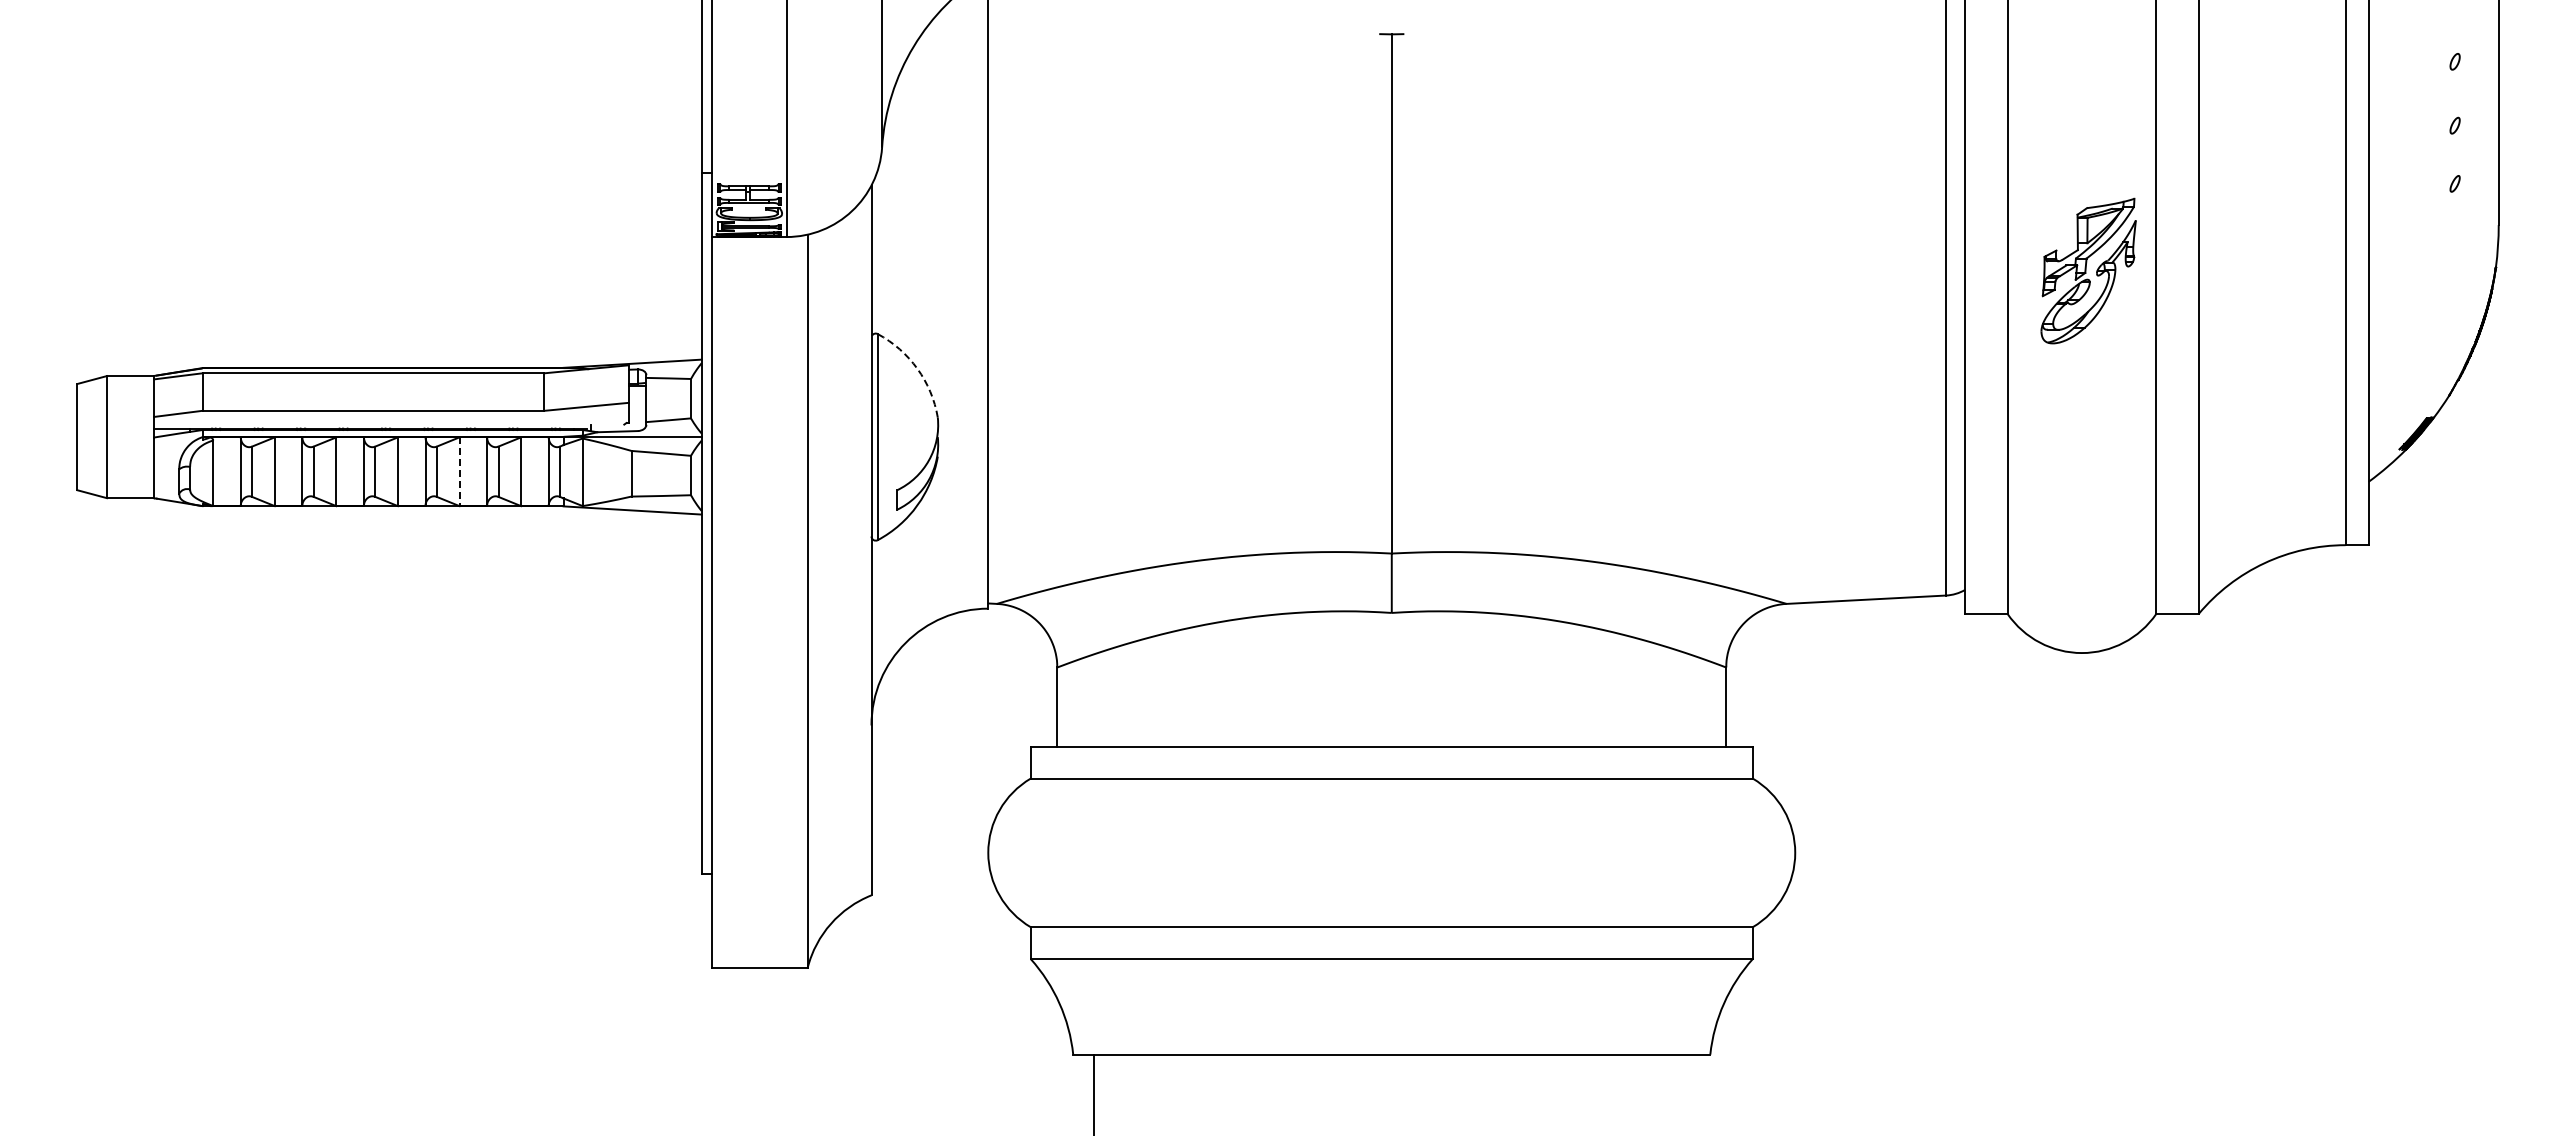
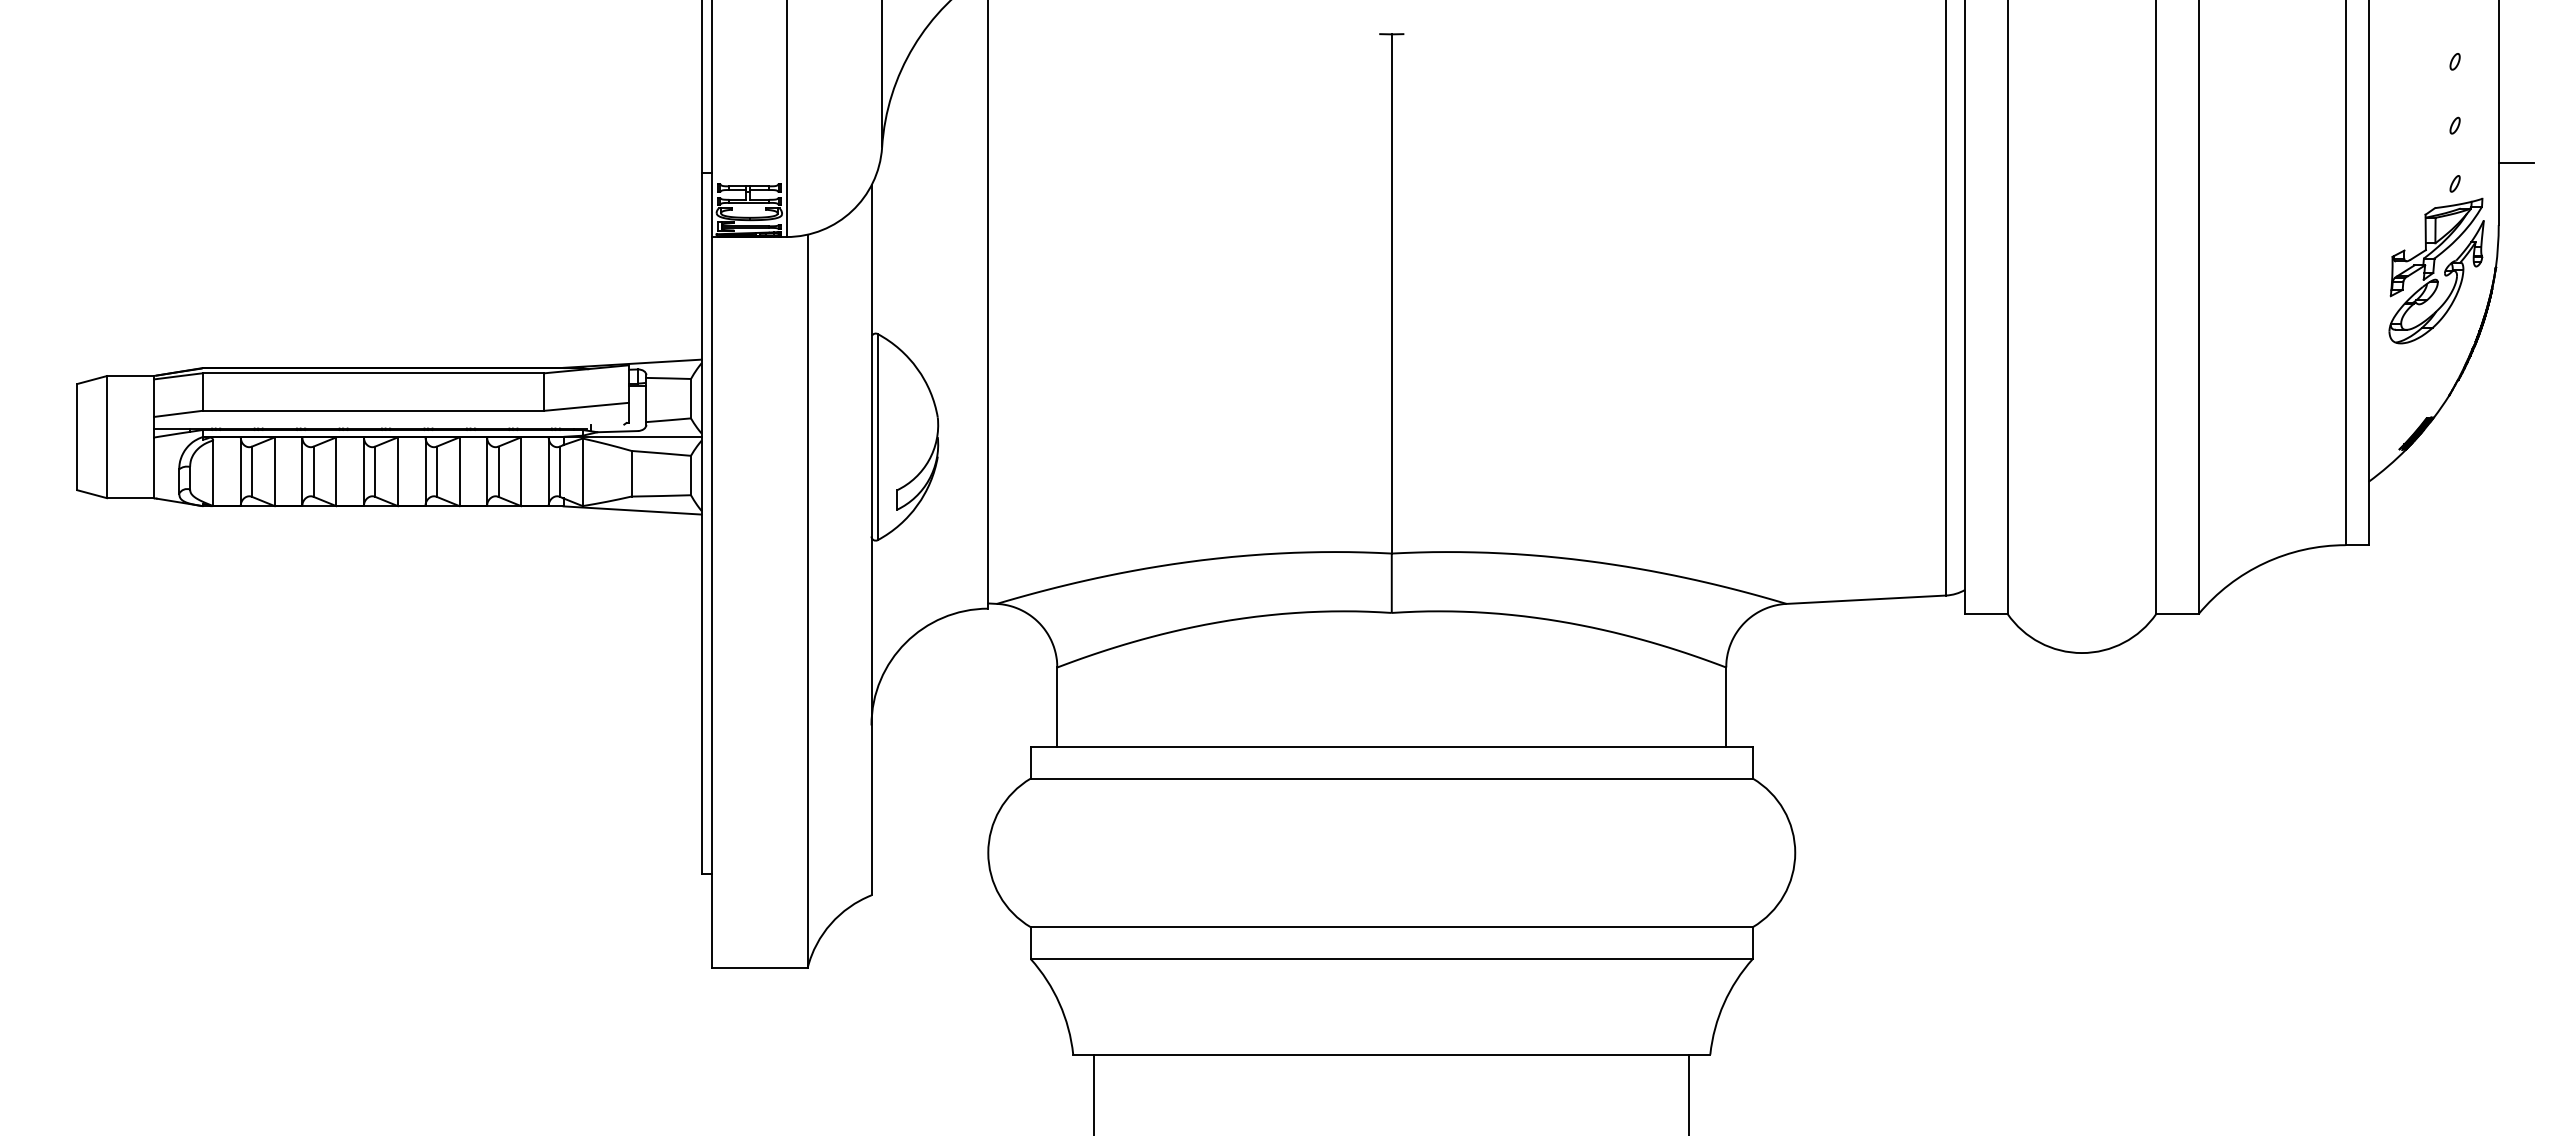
line at (2516, 162): none -> present
part at (2088, 270) position: (2088, 270) -> (2436, 270)
arc at (917, 368): dashed -> solid
line at (459, 472): dashed -> solid
line at (1689, 1093): none -> present
